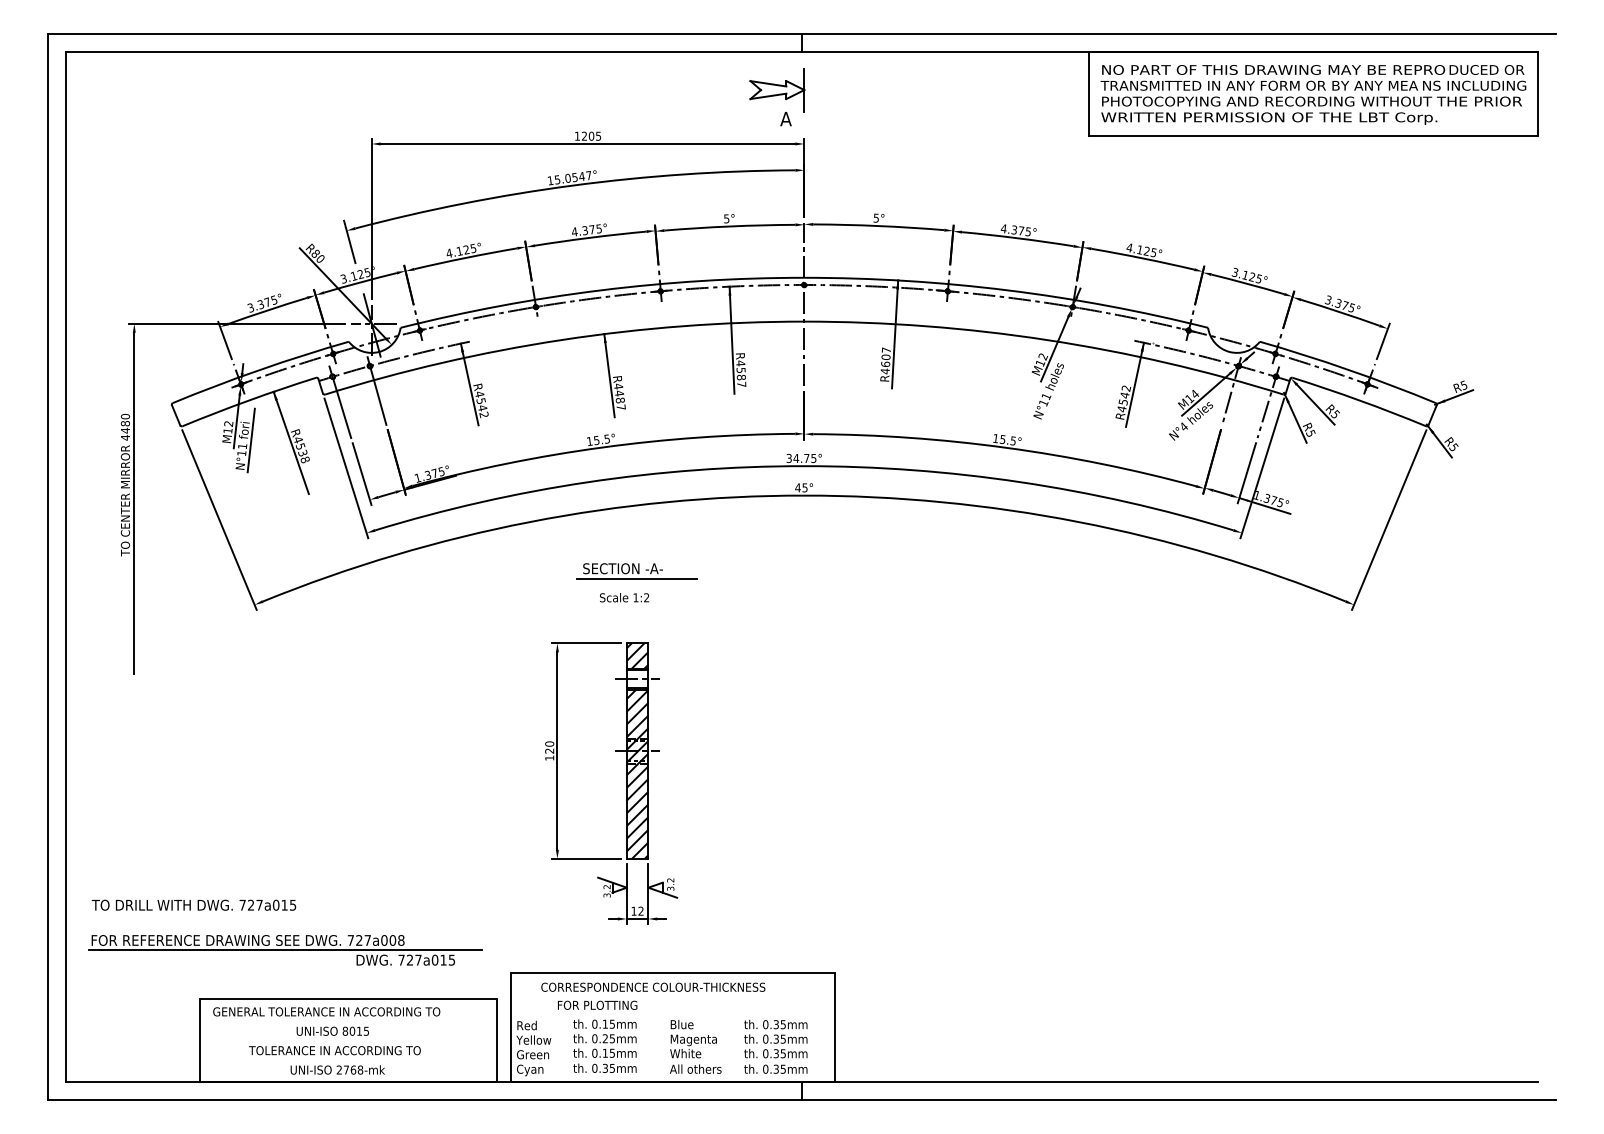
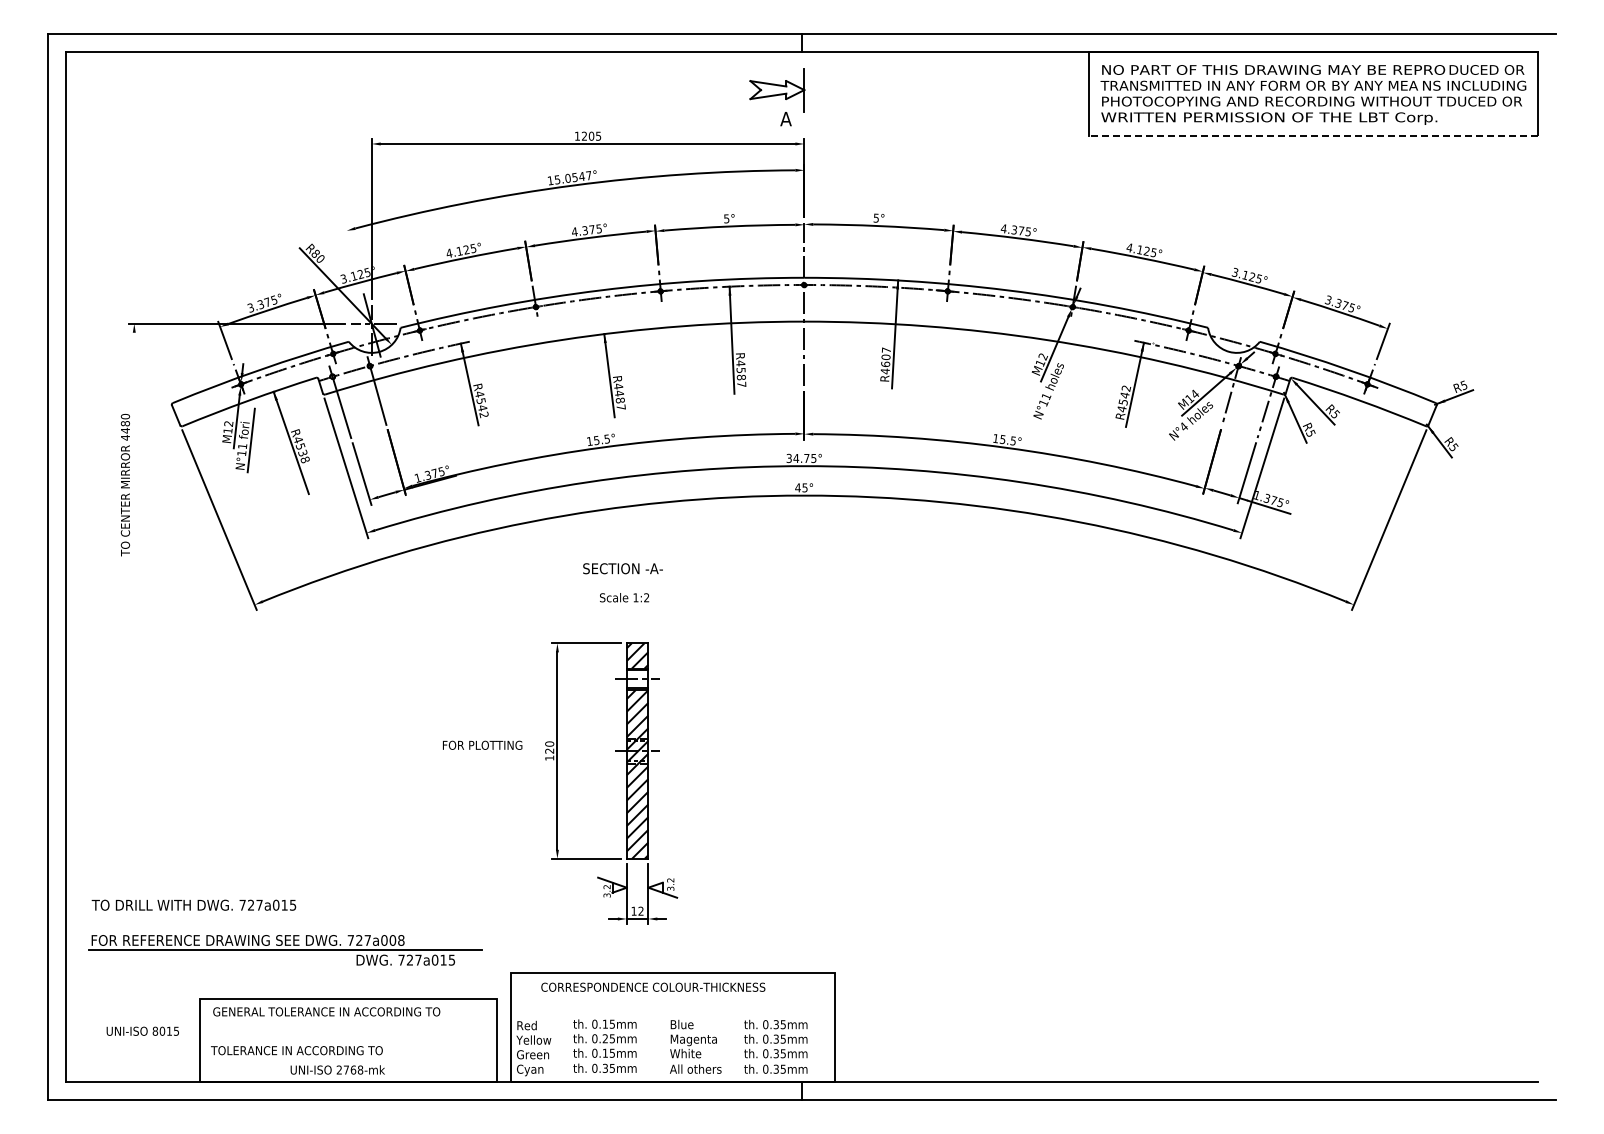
text at (1484, 101): HE PRIOR -> DUCED OR
line at (1313, 135): solid -> dashed
line at (349, 241): present -> none
line at (134, 503): present -> none
line at (636, 579): present -> none
text at (597, 1004) position: (597, 1004) -> (482, 744)
text at (332, 1030) position: (332, 1030) -> (142, 1030)
text at (334, 1050) position: (334, 1050) -> (296, 1050)
